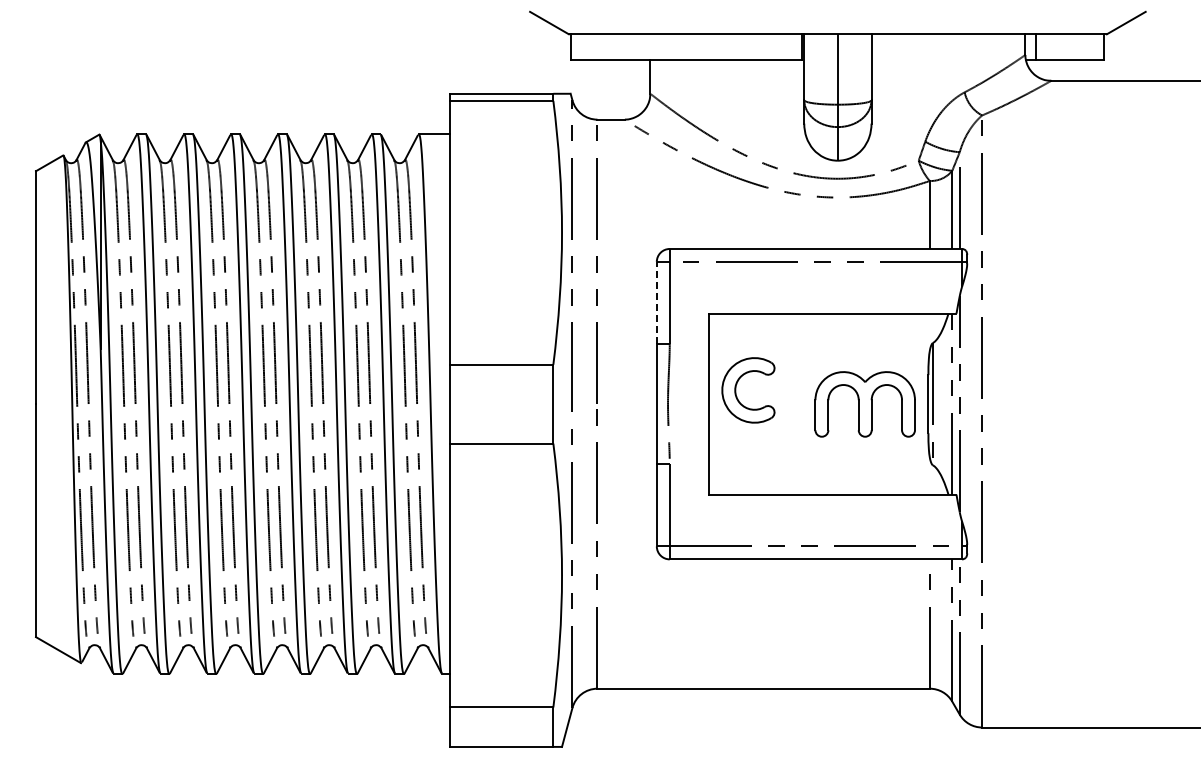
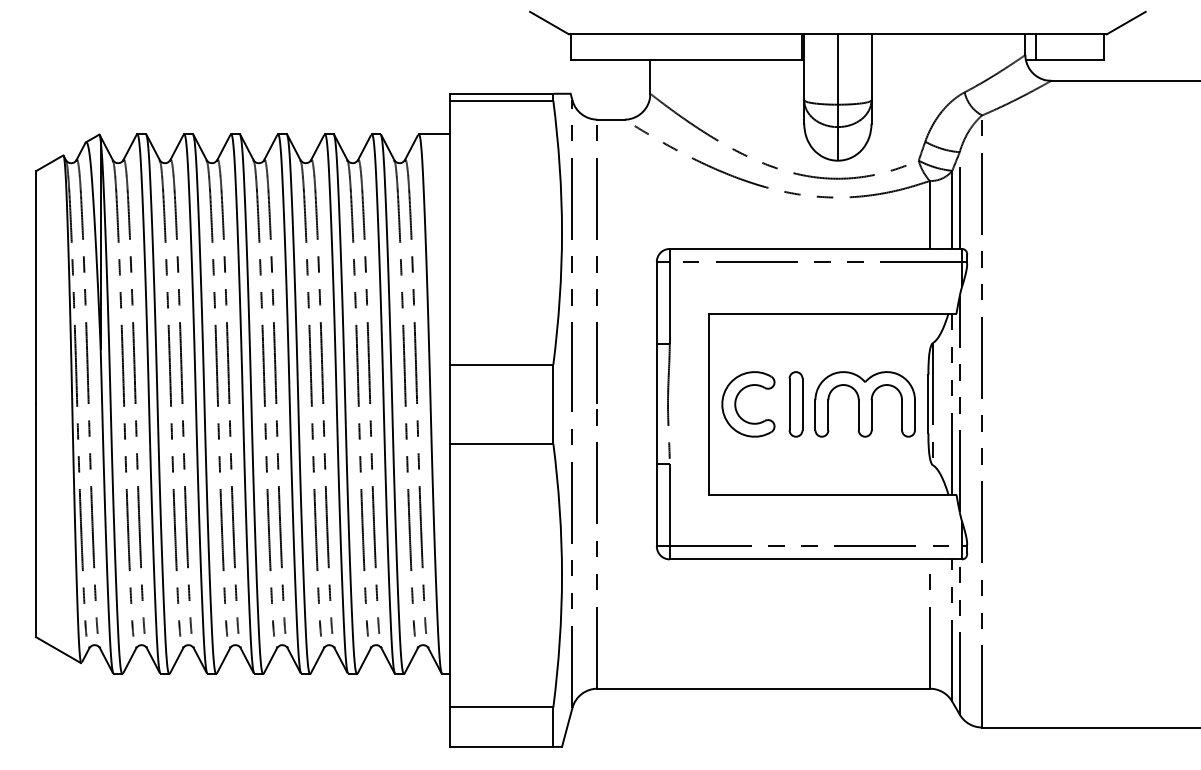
line at (656, 302): dashed -> solid
part at (736, 390) position: (736, 390) -> (736, 404)
part at (795, 404): none -> present
